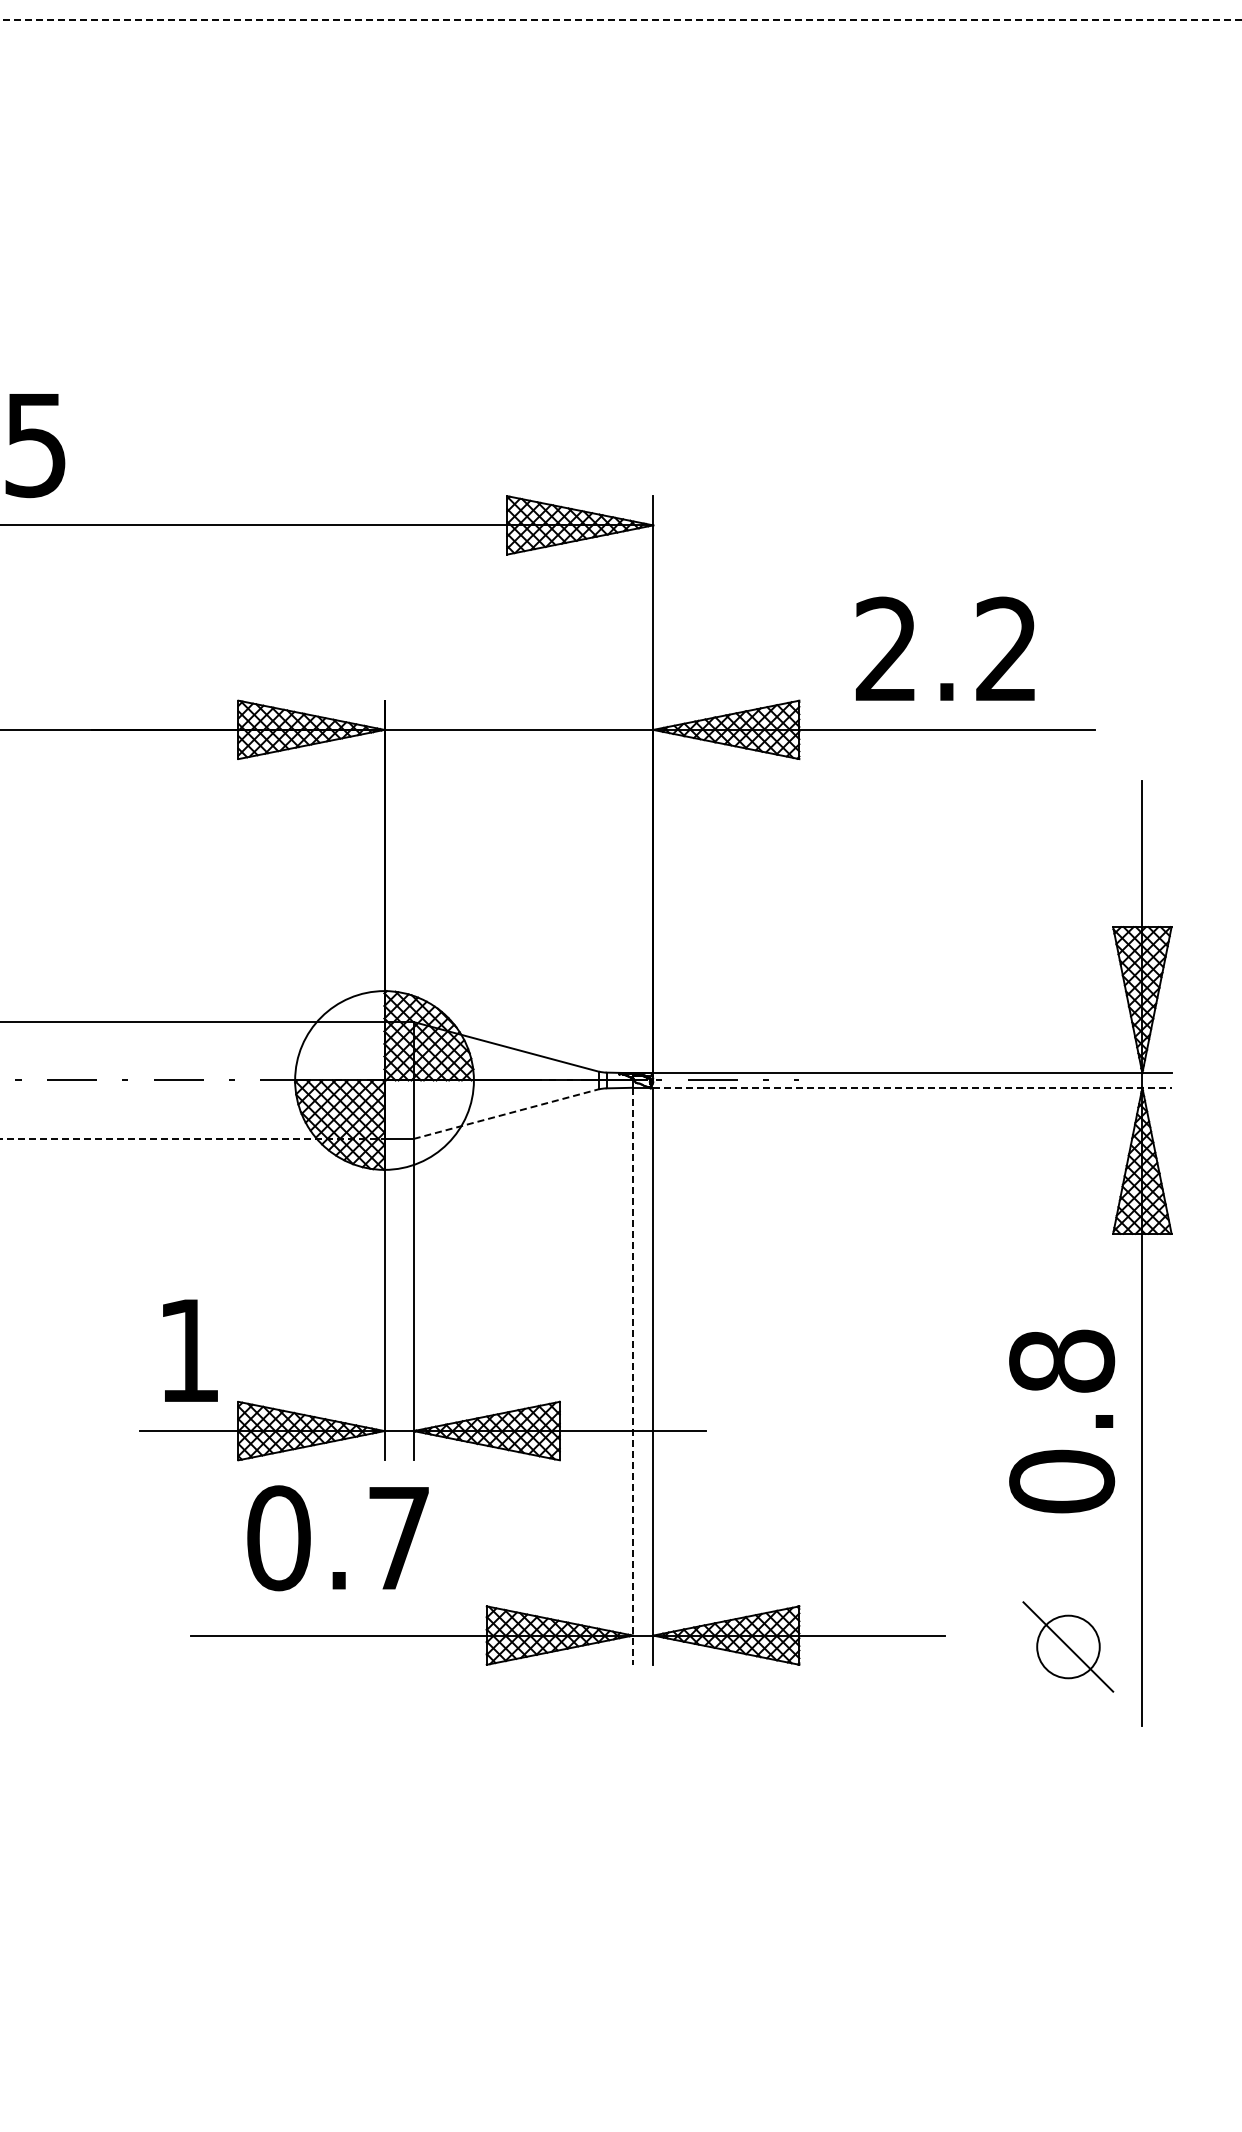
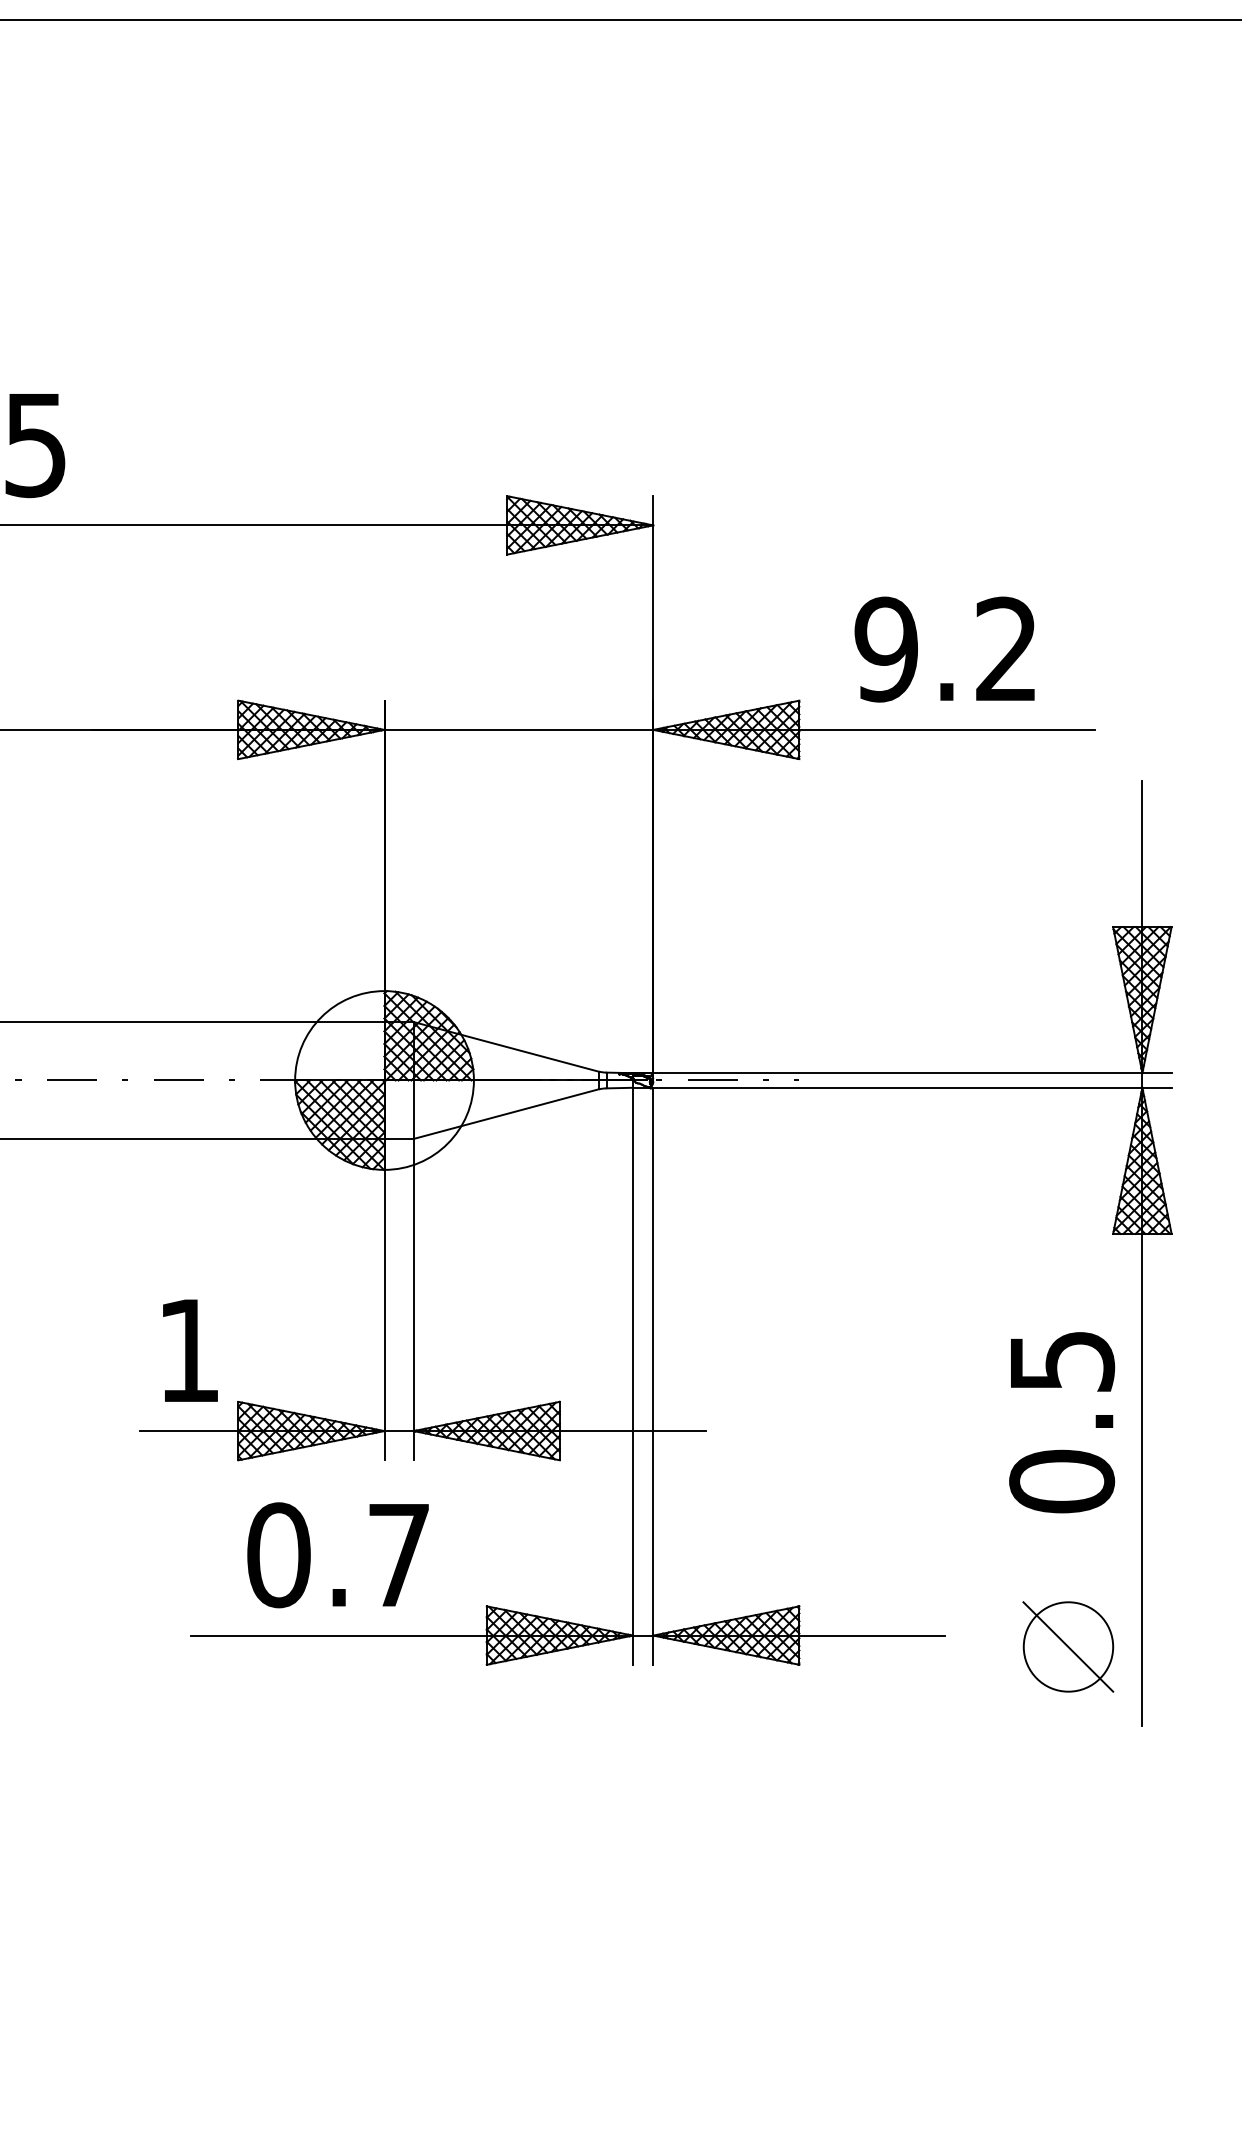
line at (620, 19): dashed -> solid
text at (885, 649): 2.2 -> 9.2
line at (912, 1087): dashed -> solid
line at (506, 1114): dashed -> solid
line at (192, 1138): dashed -> solid
text at (1062, 1360): 0.8 -> 0.5
line at (632, 1376): dashed -> solid
text at (337, 1538) position: (337, 1538) -> (337, 1555)
circle at (1068, 1646) diameter: 63 px -> 89 px
